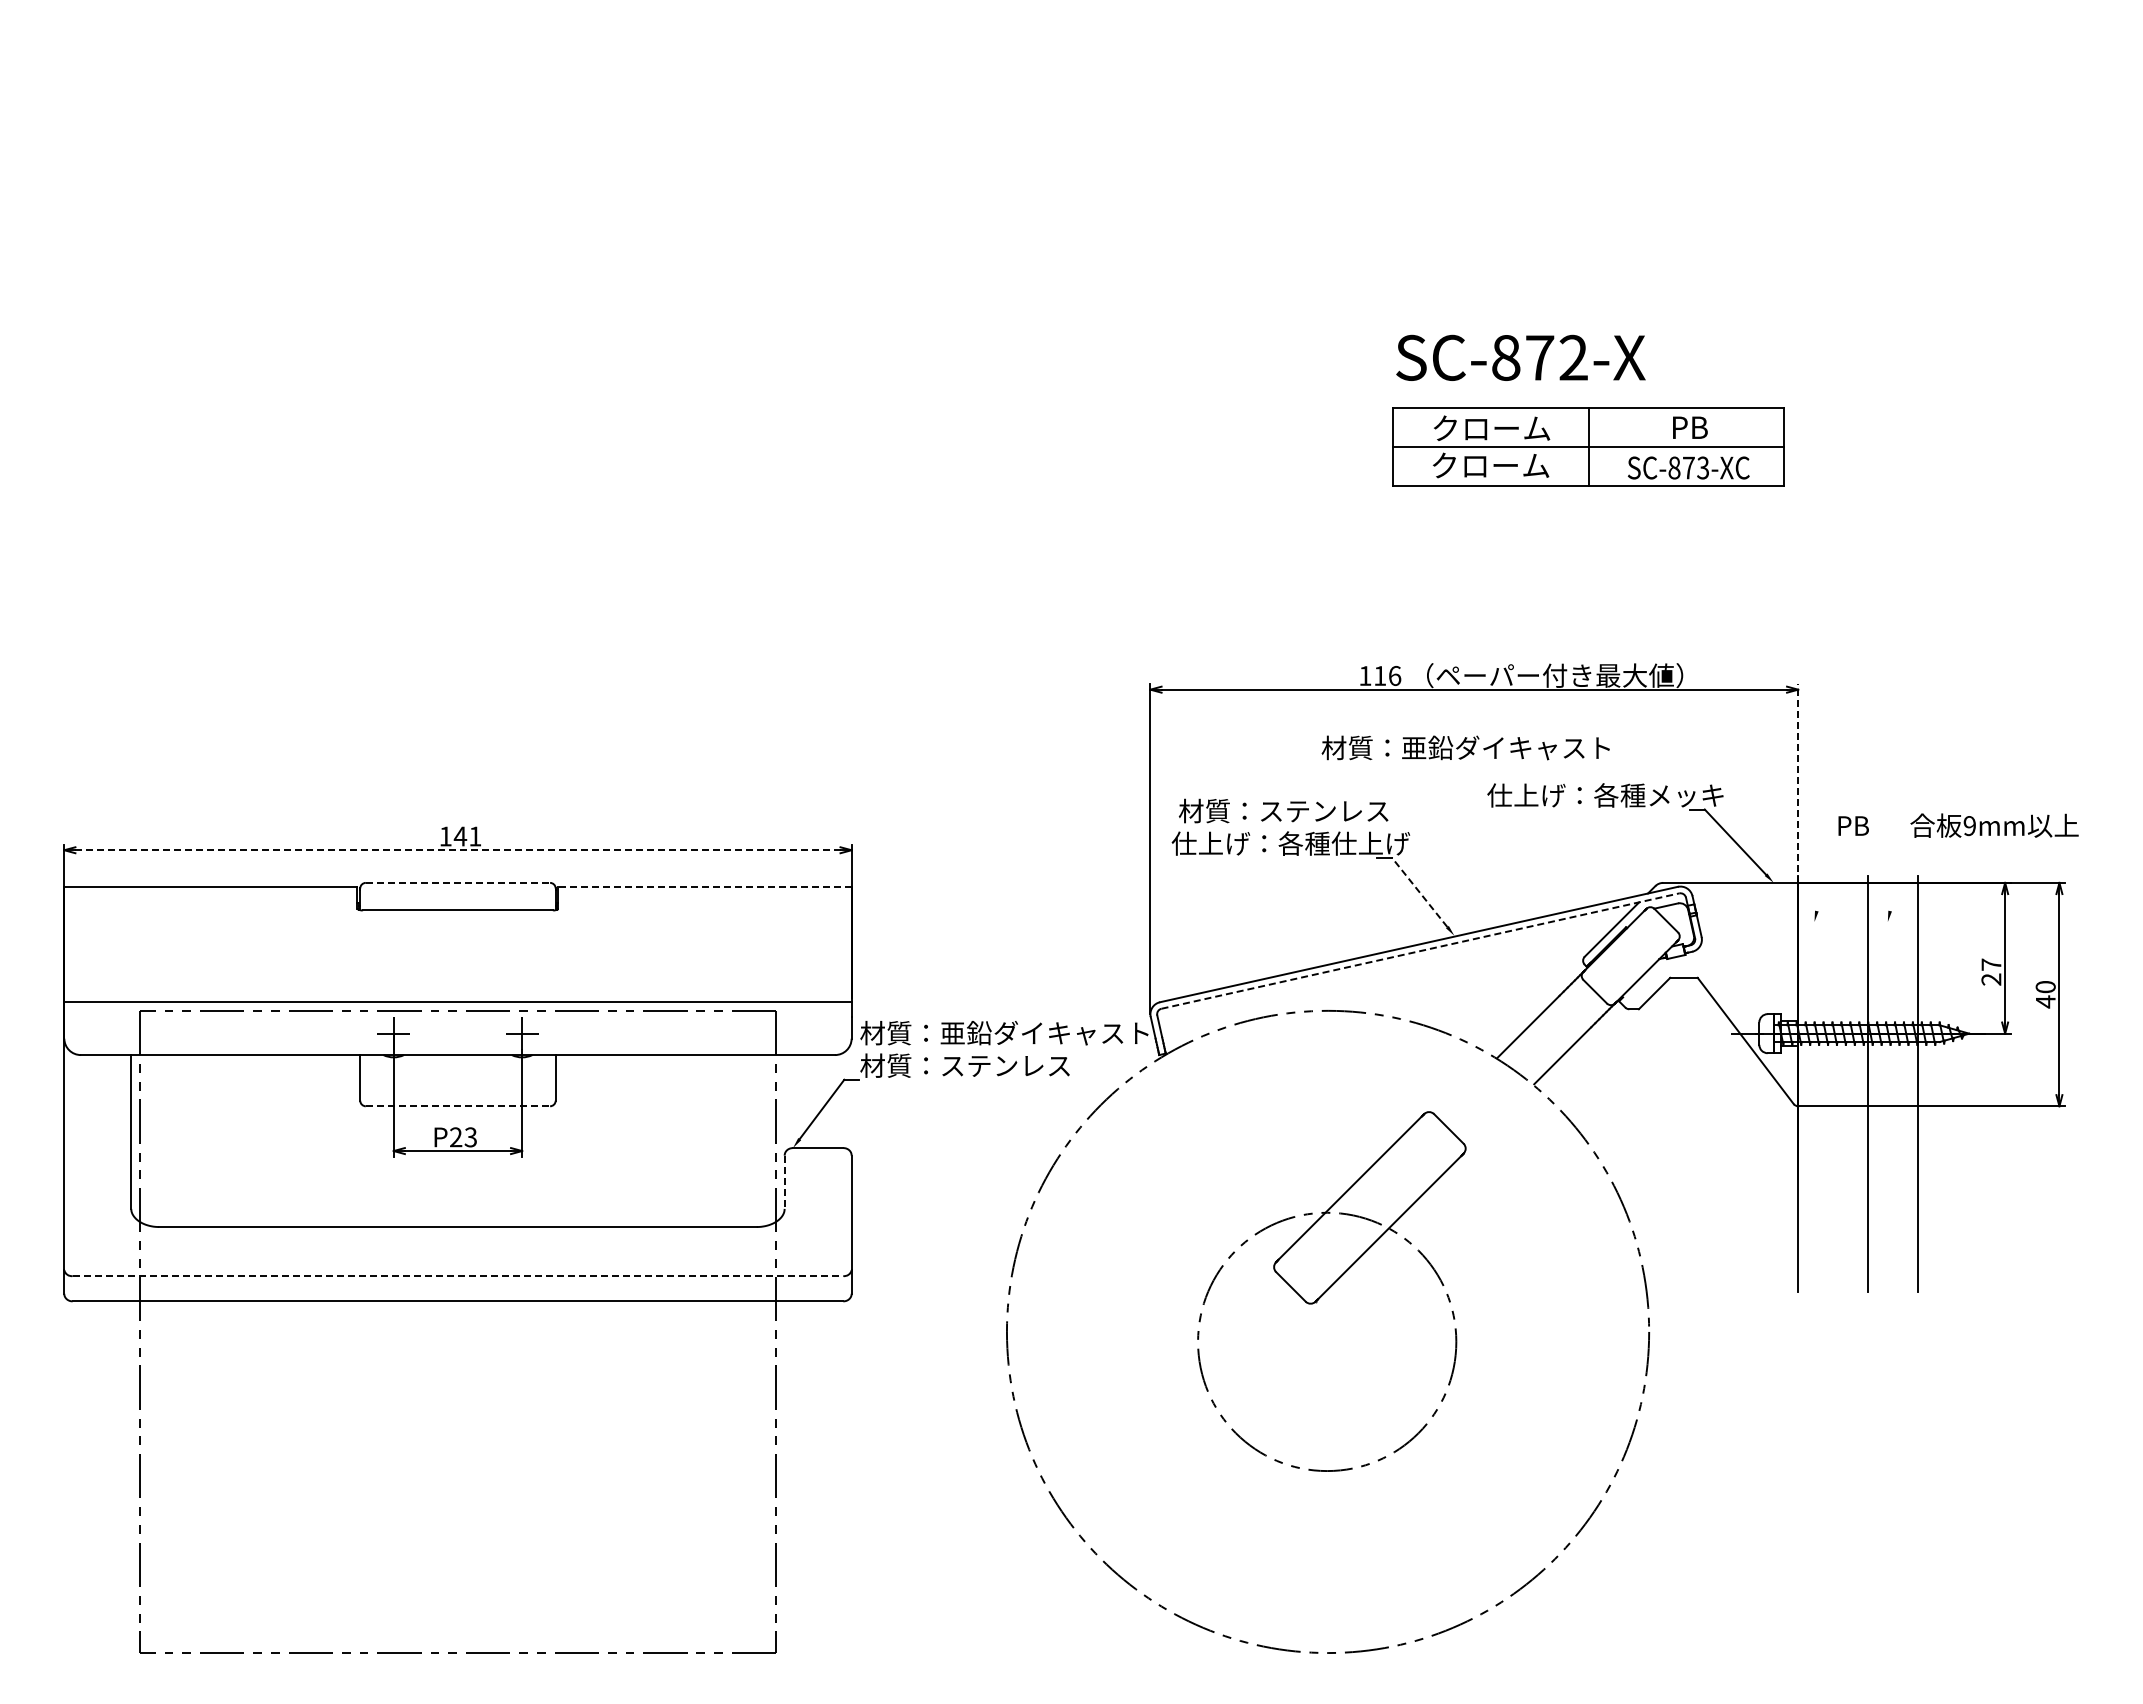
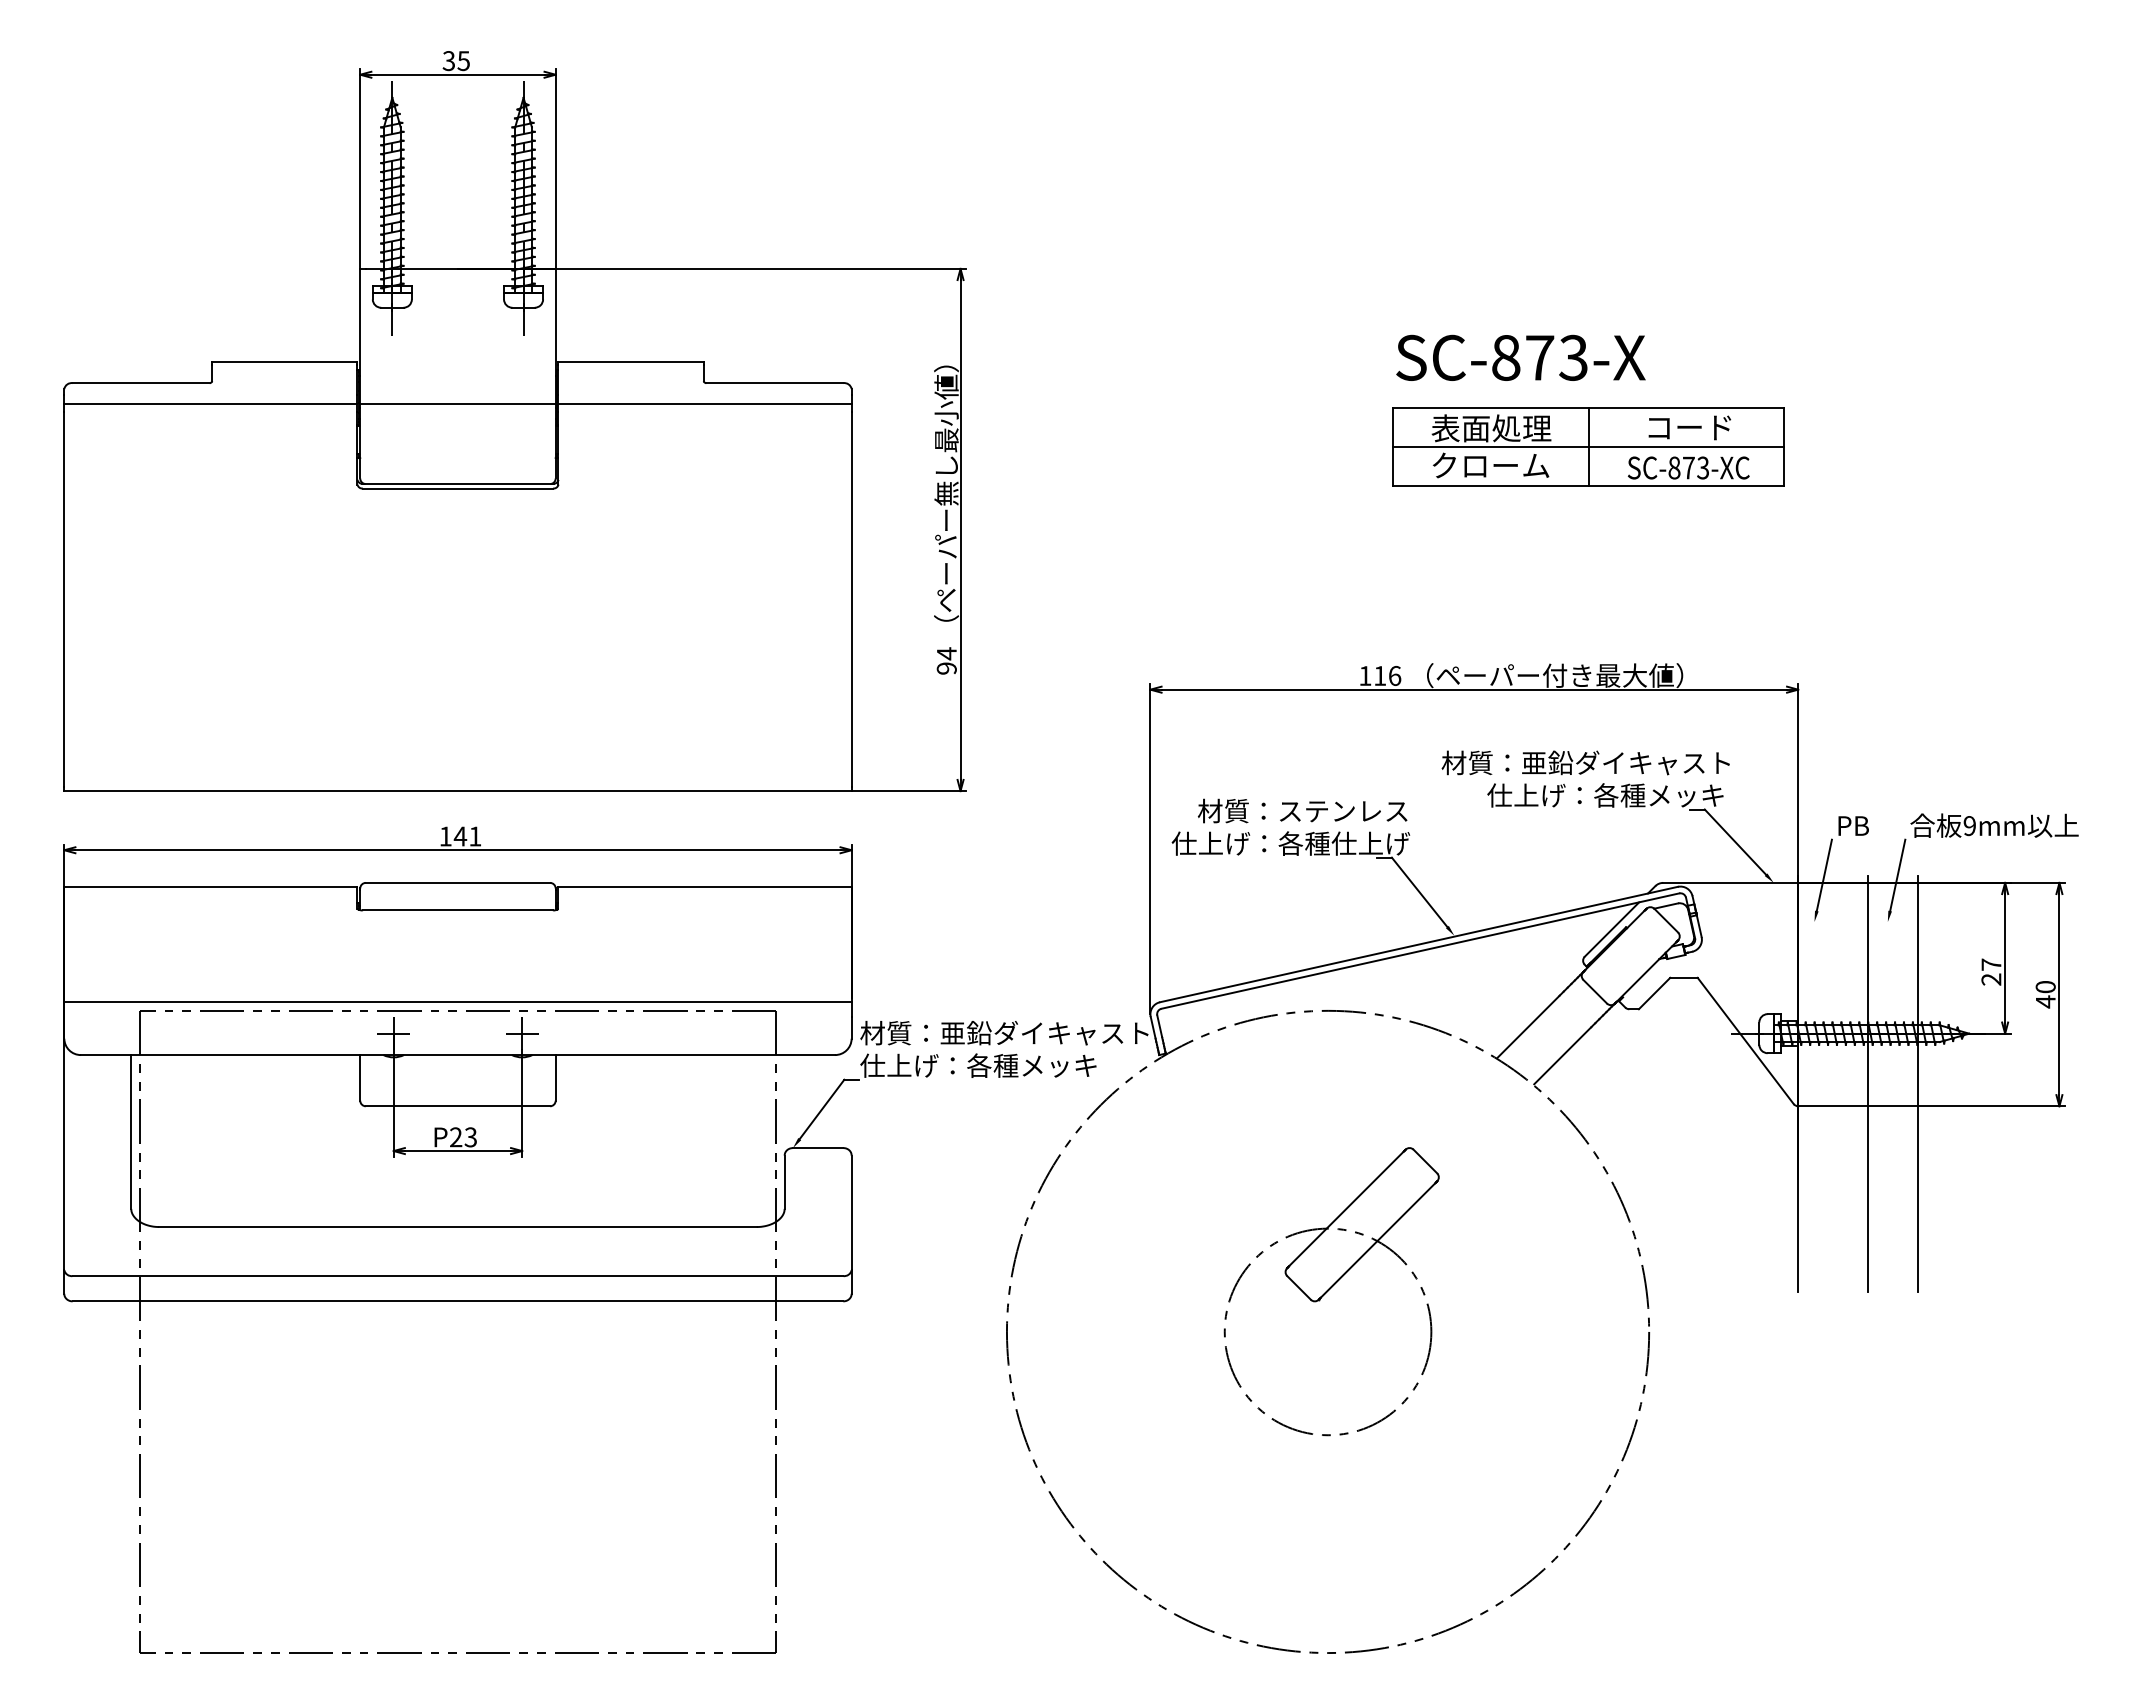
text at (1573, 357): SC-872-X -> SC-873-X
part at (514, 421): none -> present
text at (1689, 427): PB -> コード
text at (1491, 428): クローム -> 表面処理
text at (1465, 747) position: (1465, 747) -> (1585, 762)
line at (1798, 783): dashed -> solid
text at (1283, 810) position: (1283, 810) -> (1302, 810)
line at (457, 850): dashed -> solid
line at (1823, 875): none -> present
line at (1897, 875): none -> present
line at (458, 882): dashed -> solid
line at (705, 886): dashed -> solid
line at (1419, 891): dashed -> solid
line at (1420, 950): dashed -> solid
text at (978, 1065): 材質：ステンレス -> 仕上げ：各種メッキ
line at (458, 1106): dashed -> solid
line at (784, 1182): dashed -> solid
line at (458, 1276): dashed -> solid
part at (1331, 1291) size: 270x361 px -> 217x290 px
